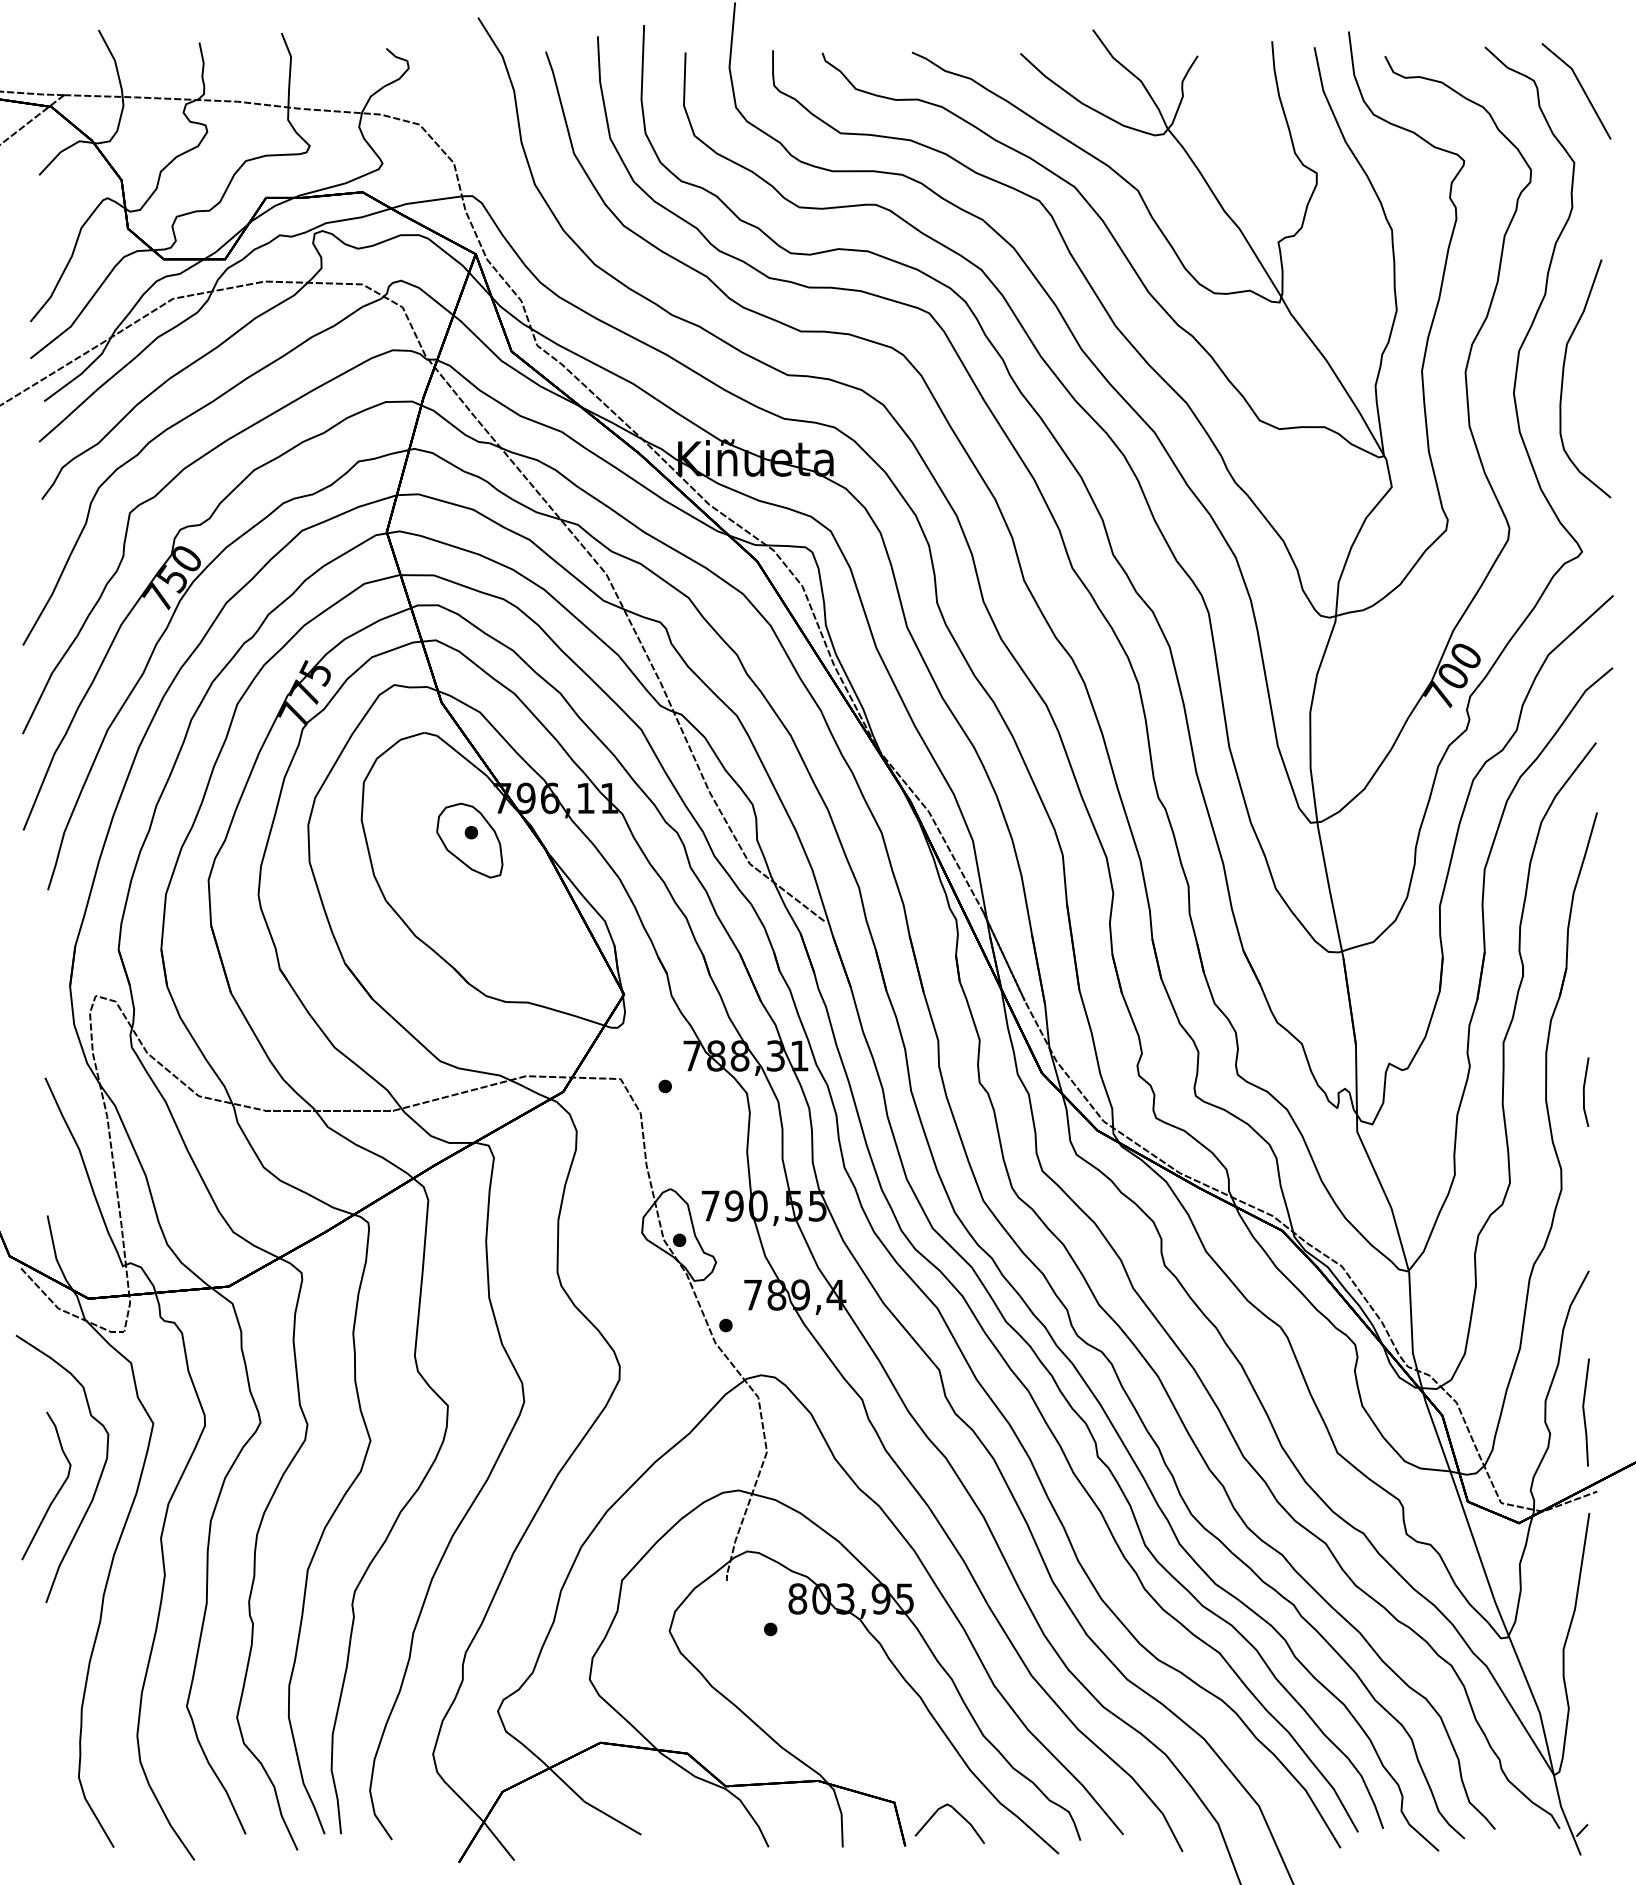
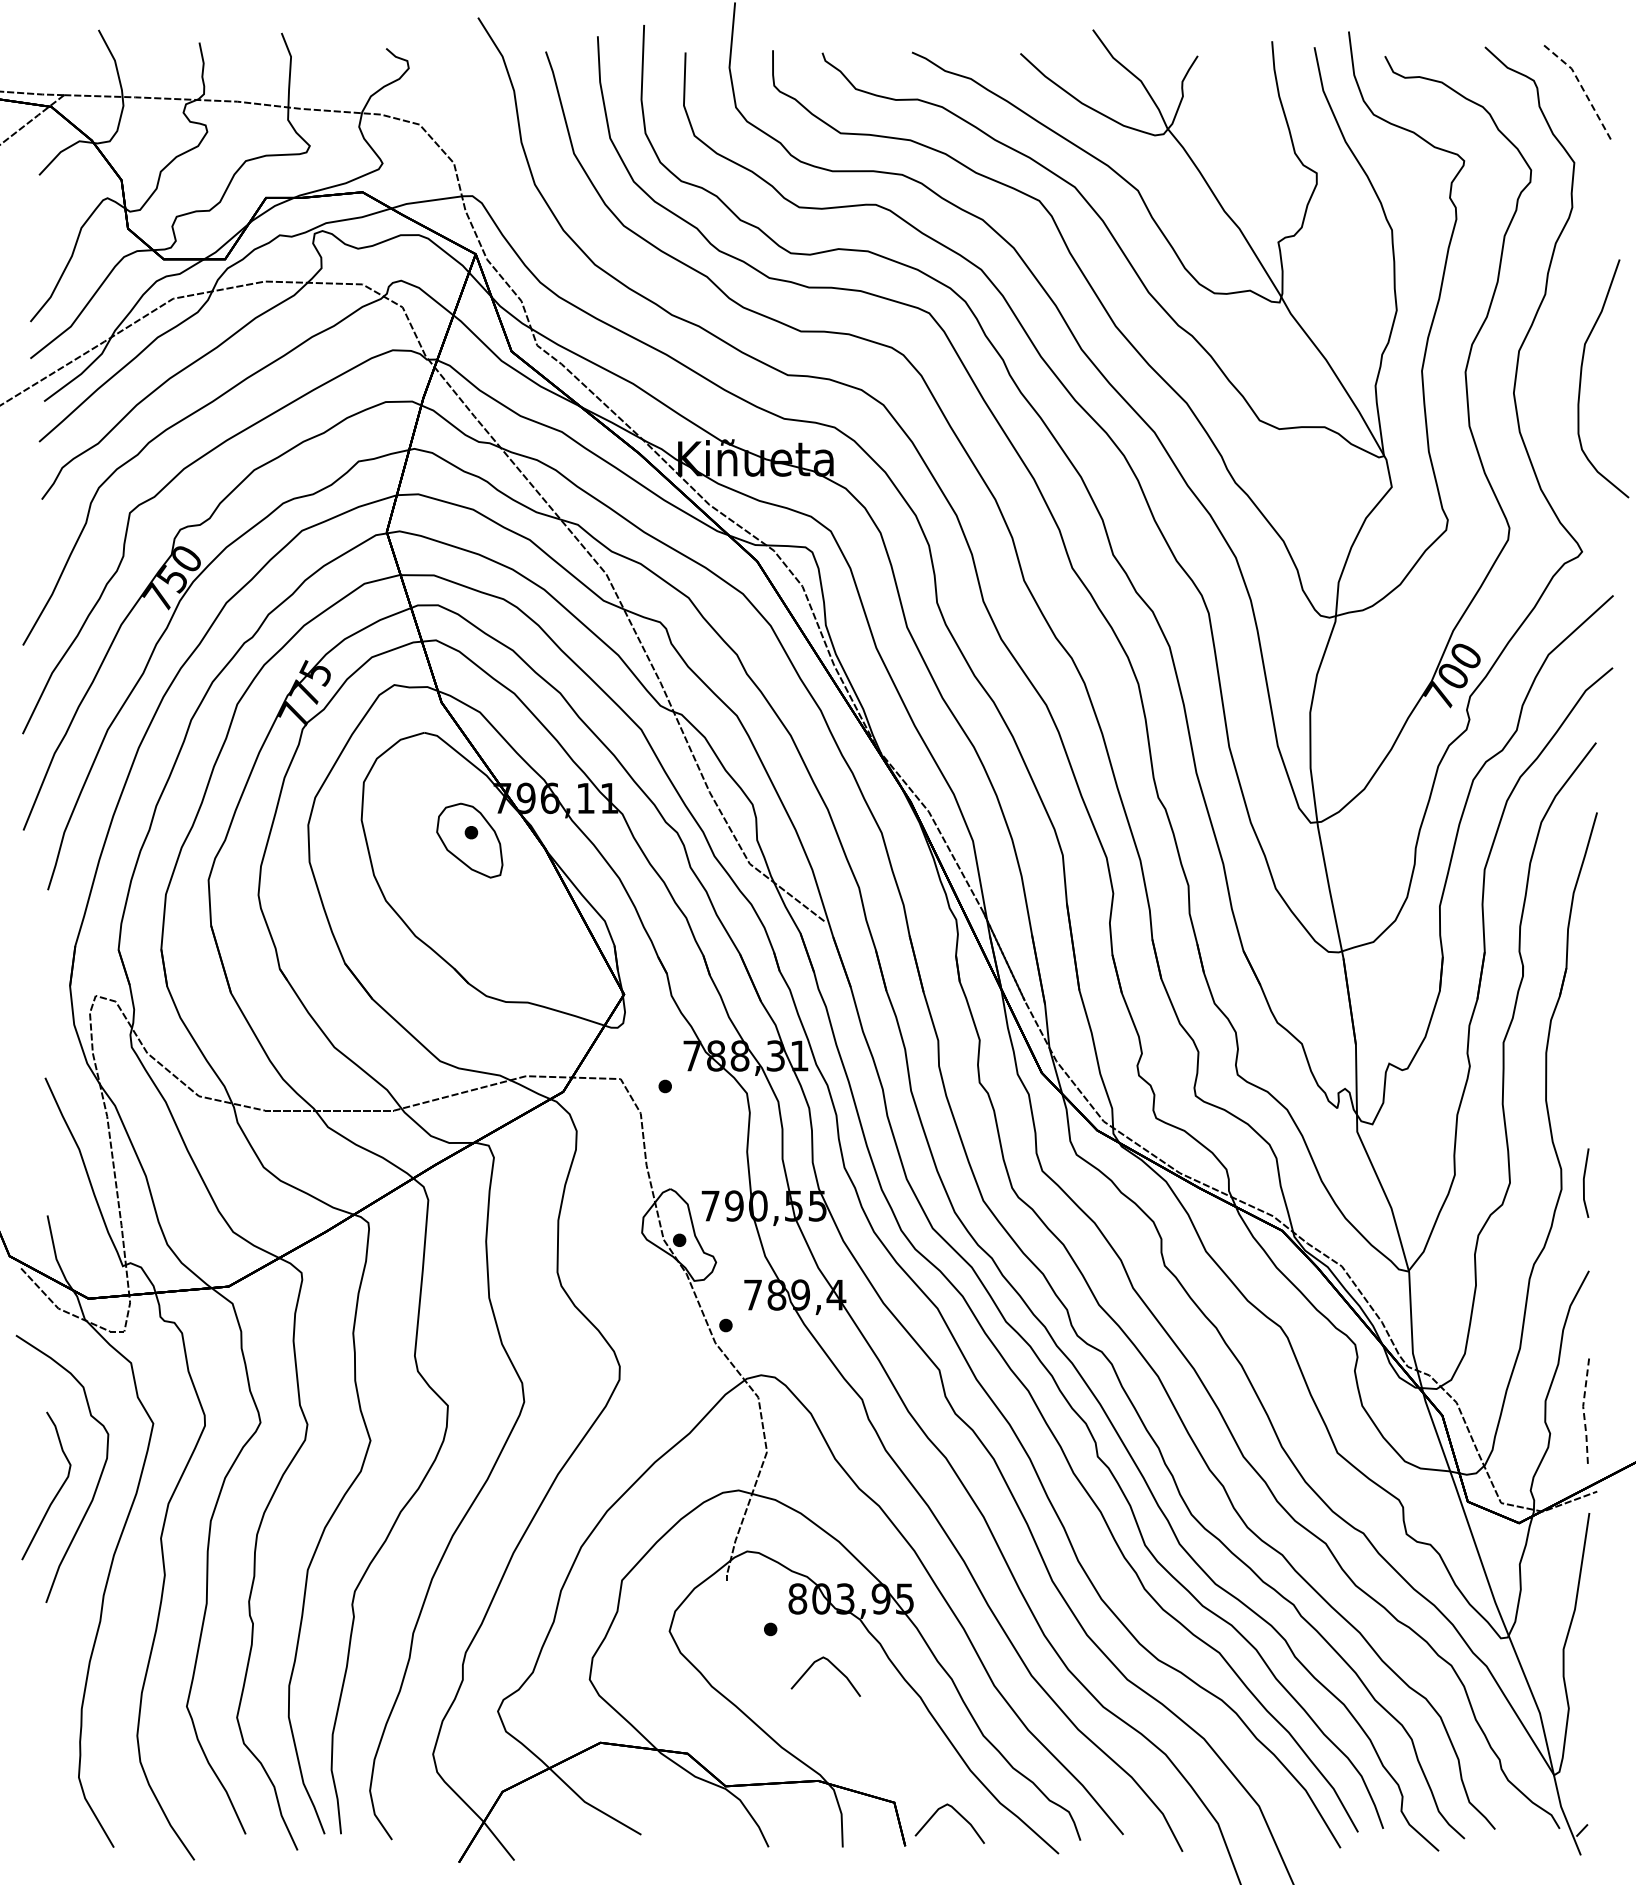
line at (1581, 86): solid -> dashed
curve at (1563, 378) position: (1563, 378) -> (1581, 378)
line at (1584, 1091) position: (1584, 1091) -> (1584, 1182)
line at (1583, 1412): solid -> dashed
curve at (834, 1667): none -> present
